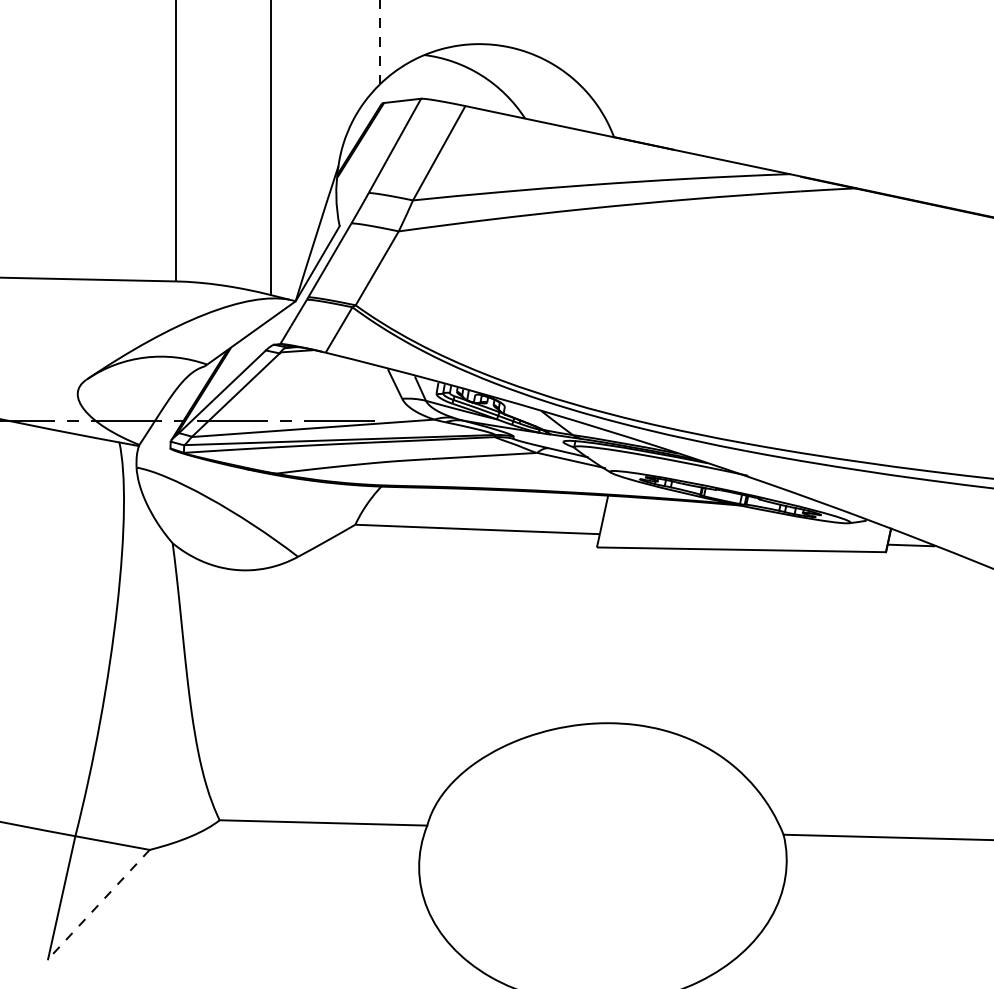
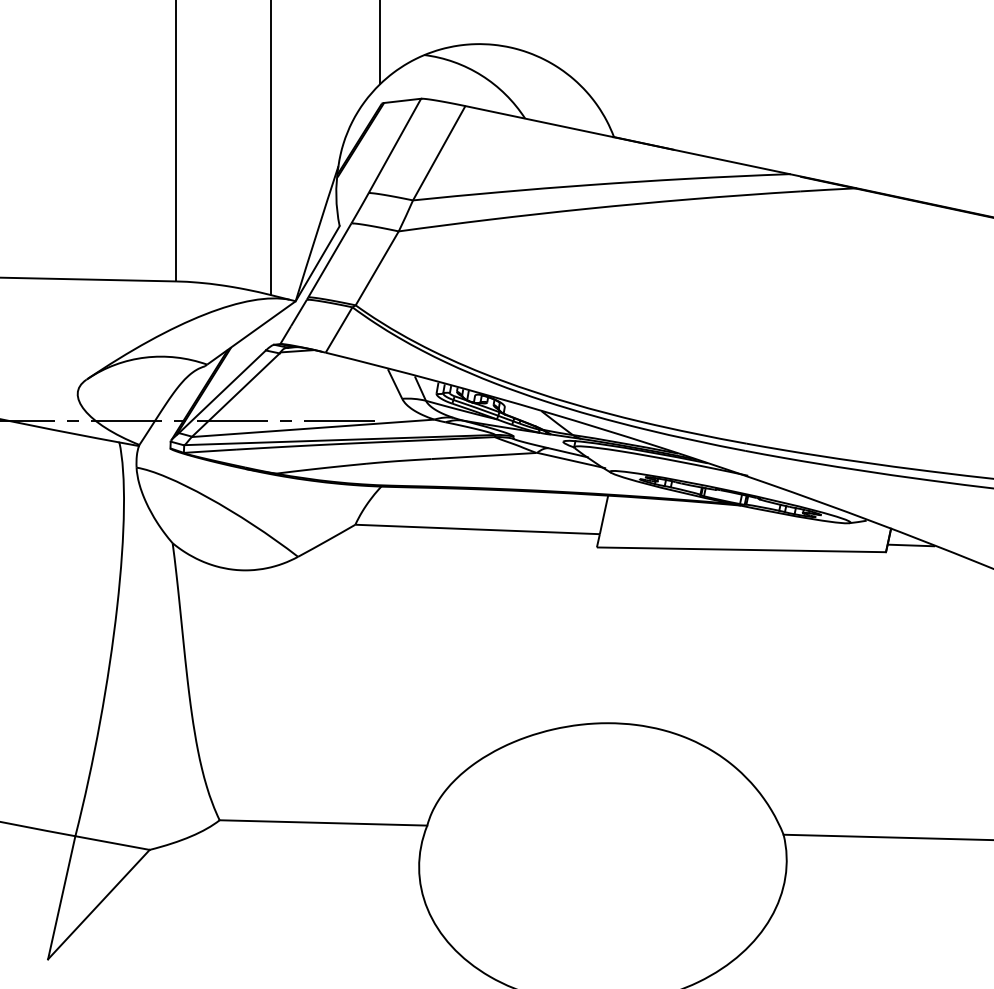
line at (379, 42): dashed -> solid
line at (98, 904): dashed -> solid
